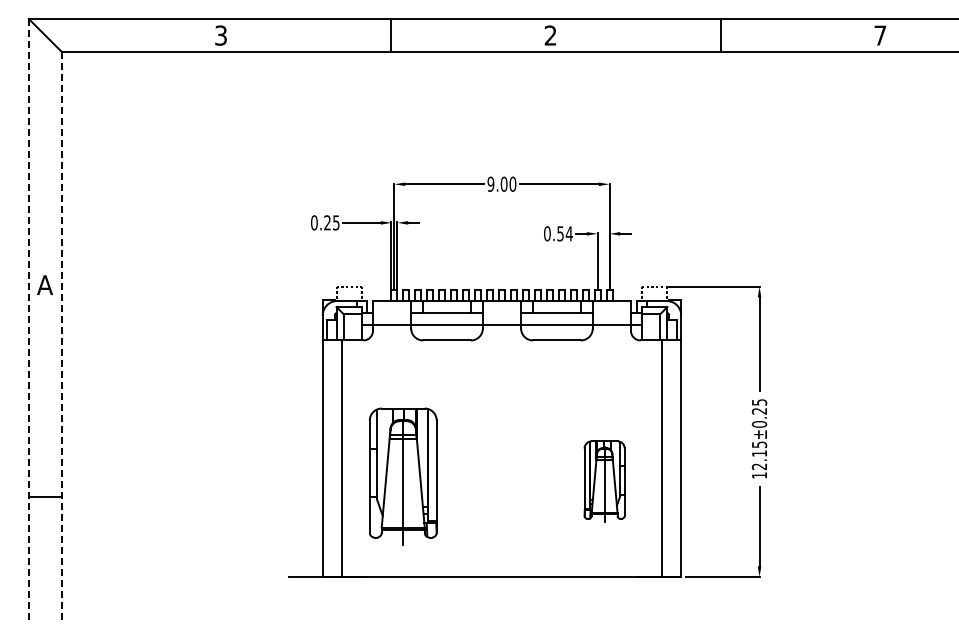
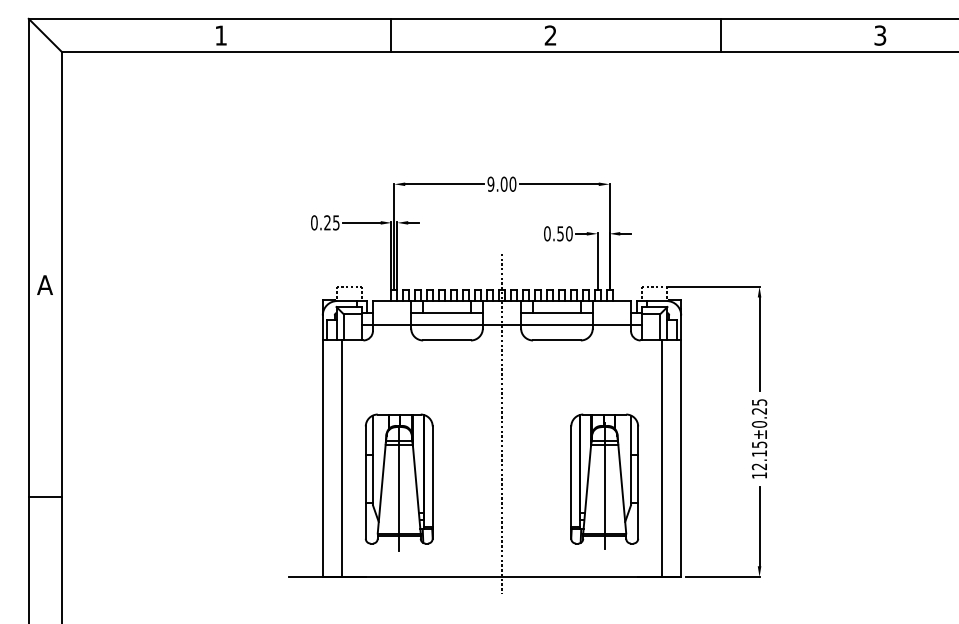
text at (220, 35): 3 -> 1
text at (880, 35): 7 -> 3
text at (568, 233): 0.54 -> 0.50
line at (28, 321): dashed -> solid
line at (61, 337): dashed -> solid
line at (501, 423): none -> present
part at (403, 476) position: (403, 476) -> (399, 482)
part at (604, 481) size: 43x83 px -> 69x137 px
